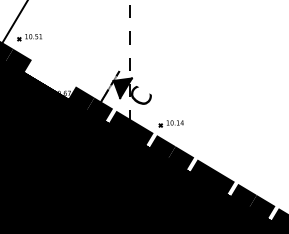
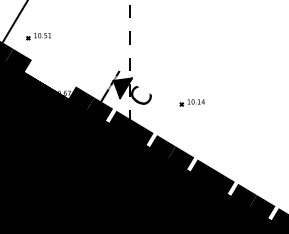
part at (29, 37) position: (29, 37) -> (38, 36)
part at (170, 123) position: (170, 123) -> (191, 102)
